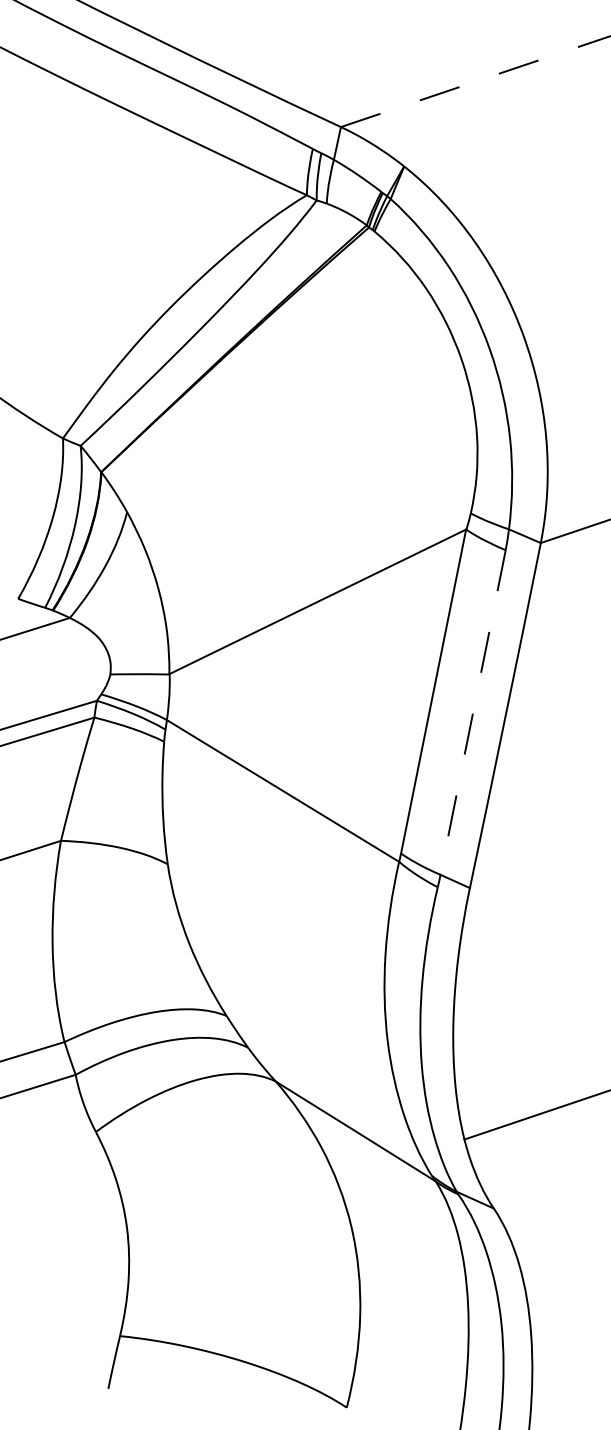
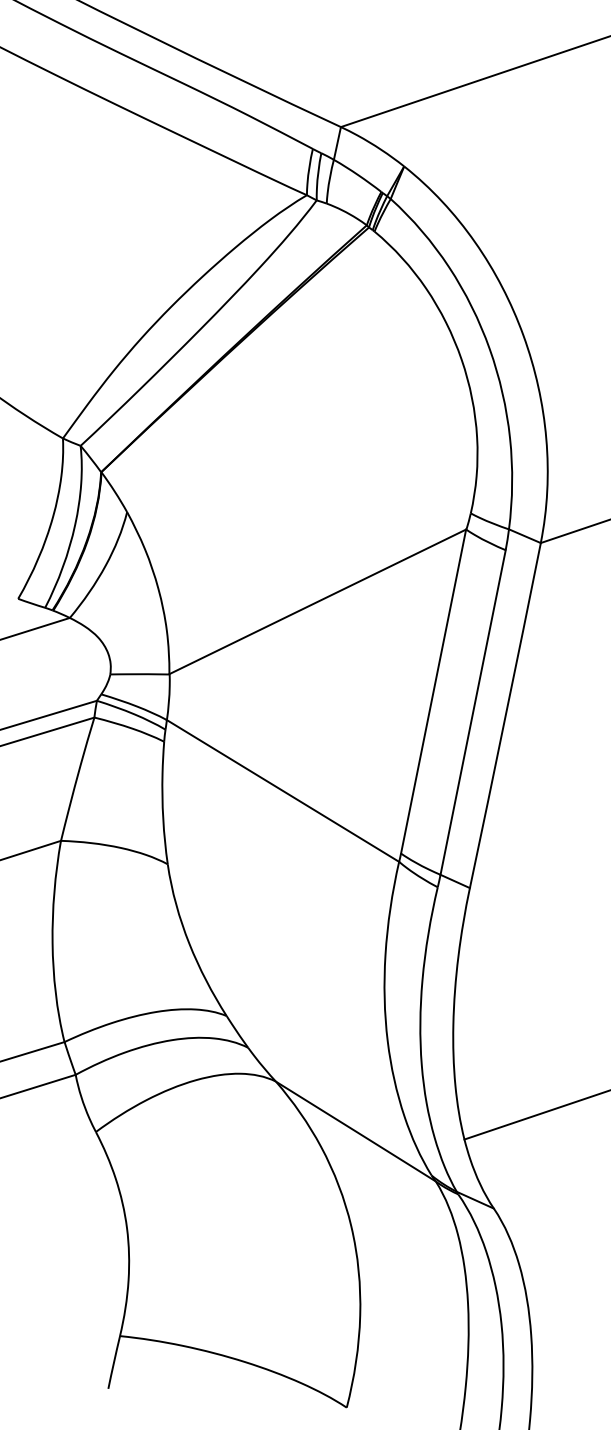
line at (476, 81): dashed -> solid
line at (473, 712): dashed -> solid
